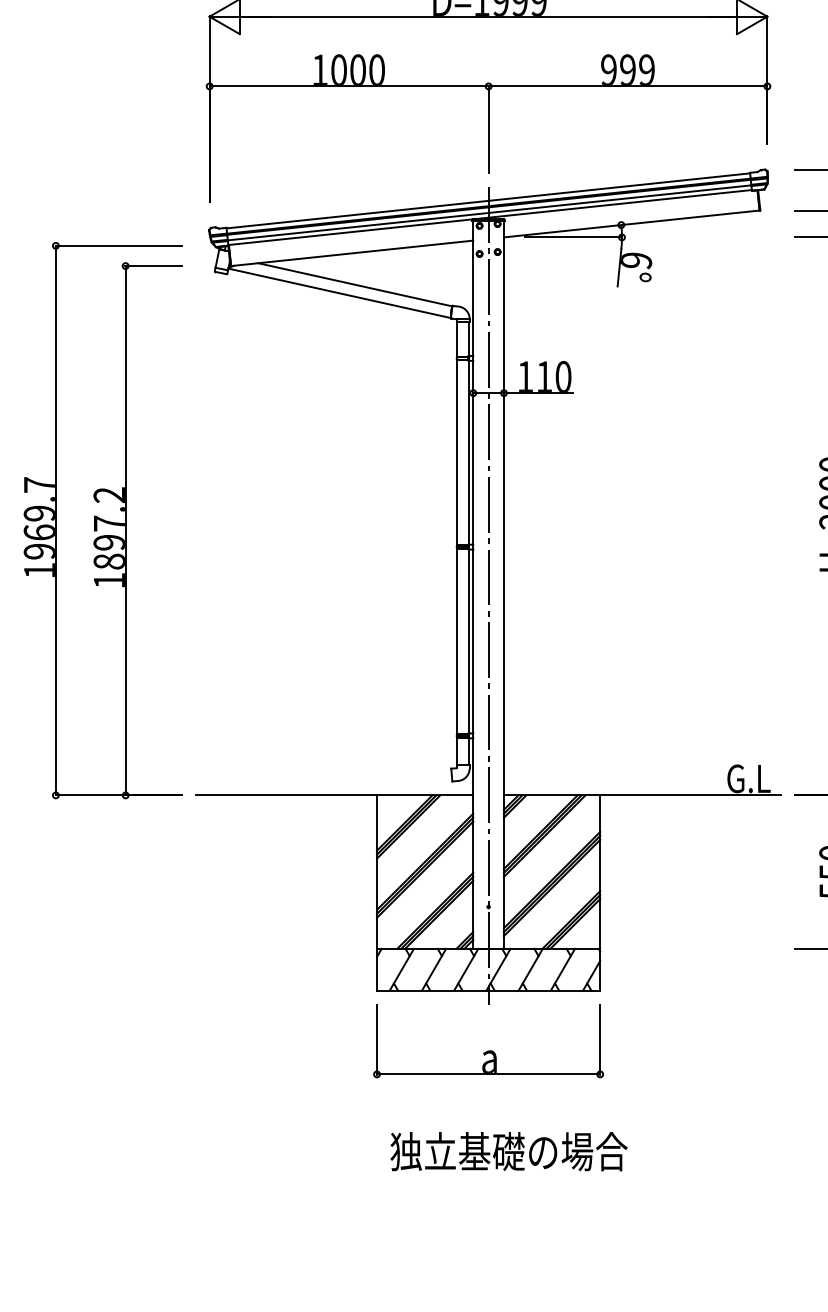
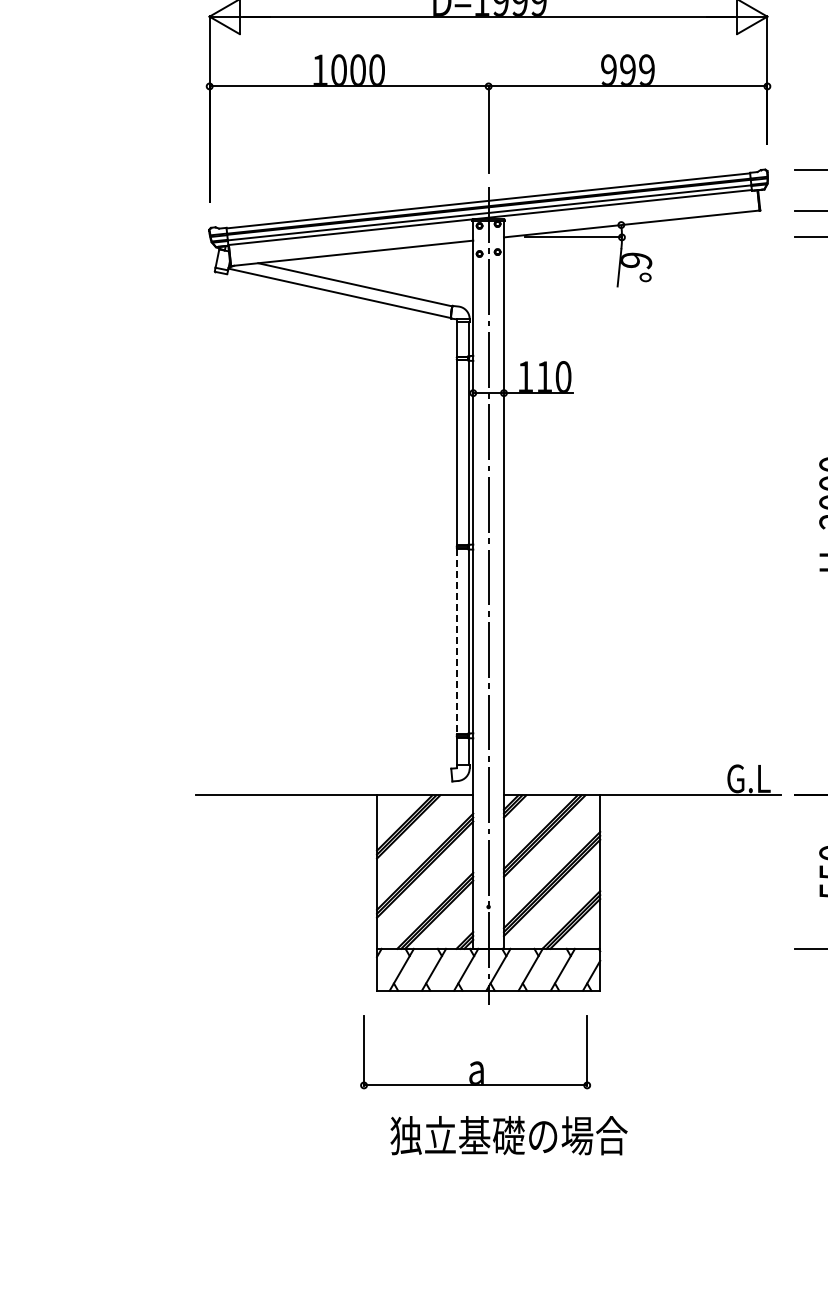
part at (102, 520): present -> none
line at (457, 641): solid -> dashed
part at (488, 1050) position: (488, 1050) -> (475, 1061)
text at (508, 1151) position: (508, 1151) -> (508, 1135)
